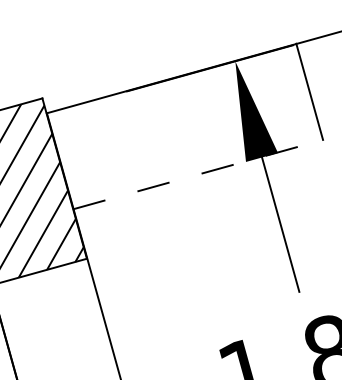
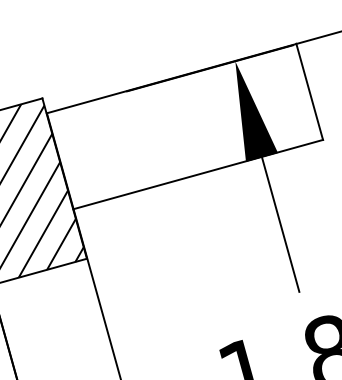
line at (198, 174): dashed -> solid
